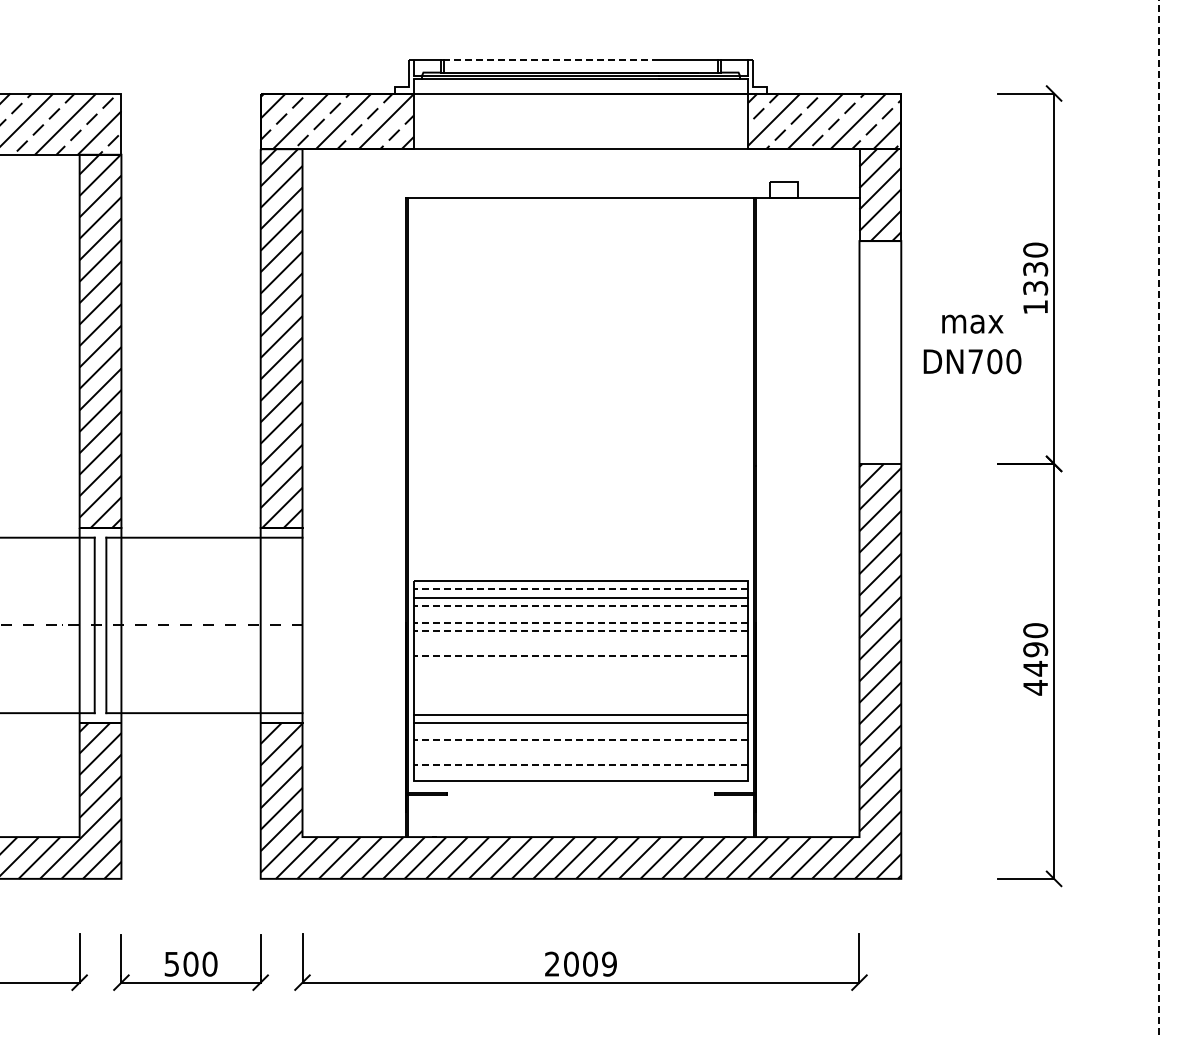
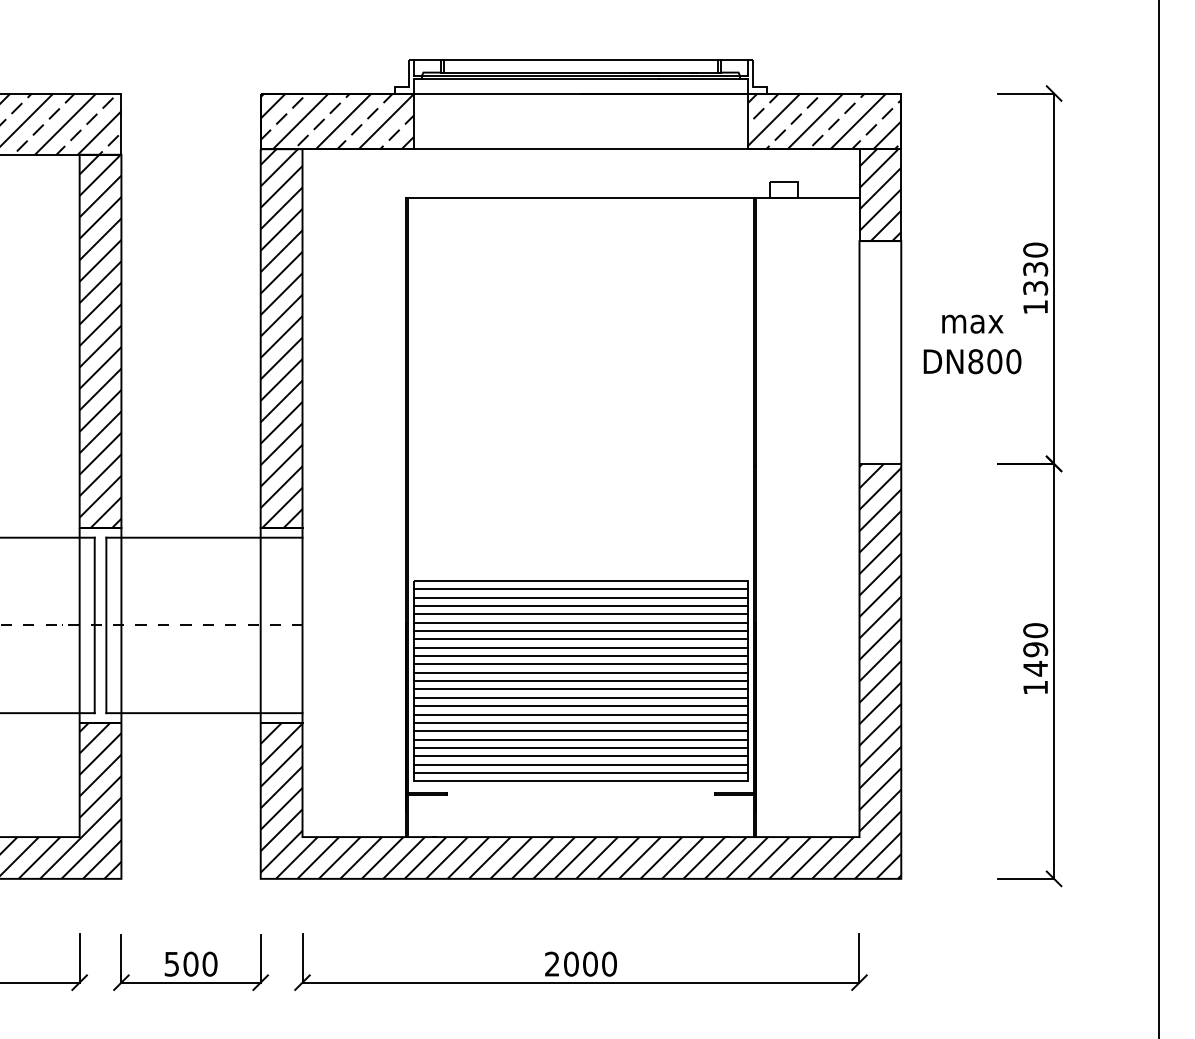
line at (550, 60): dashed -> solid
text at (975, 361): DN700 -> DN800
line at (1159, 519): dashed -> solid
line at (580, 589): dashed -> solid
line at (580, 605): dashed -> solid
line at (580, 614): none -> present
line at (580, 622): dashed -> solid
line at (580, 631): dashed -> solid
line at (580, 639): none -> present
line at (580, 647): none -> present
line at (580, 656): dashed -> solid
line at (580, 664): none -> present
line at (580, 672): none -> present
line at (580, 681): none -> present
text at (1035, 687): 4490 -> 1490
line at (580, 689): none -> present
line at (580, 697): none -> present
line at (580, 706): none -> present
line at (580, 731): none -> present
line at (580, 739): dashed -> solid
line at (580, 747): none -> present
line at (580, 756): none -> present
line at (580, 764): dashed -> solid
line at (580, 773): none -> present
text at (609, 964): 2009 -> 2000
